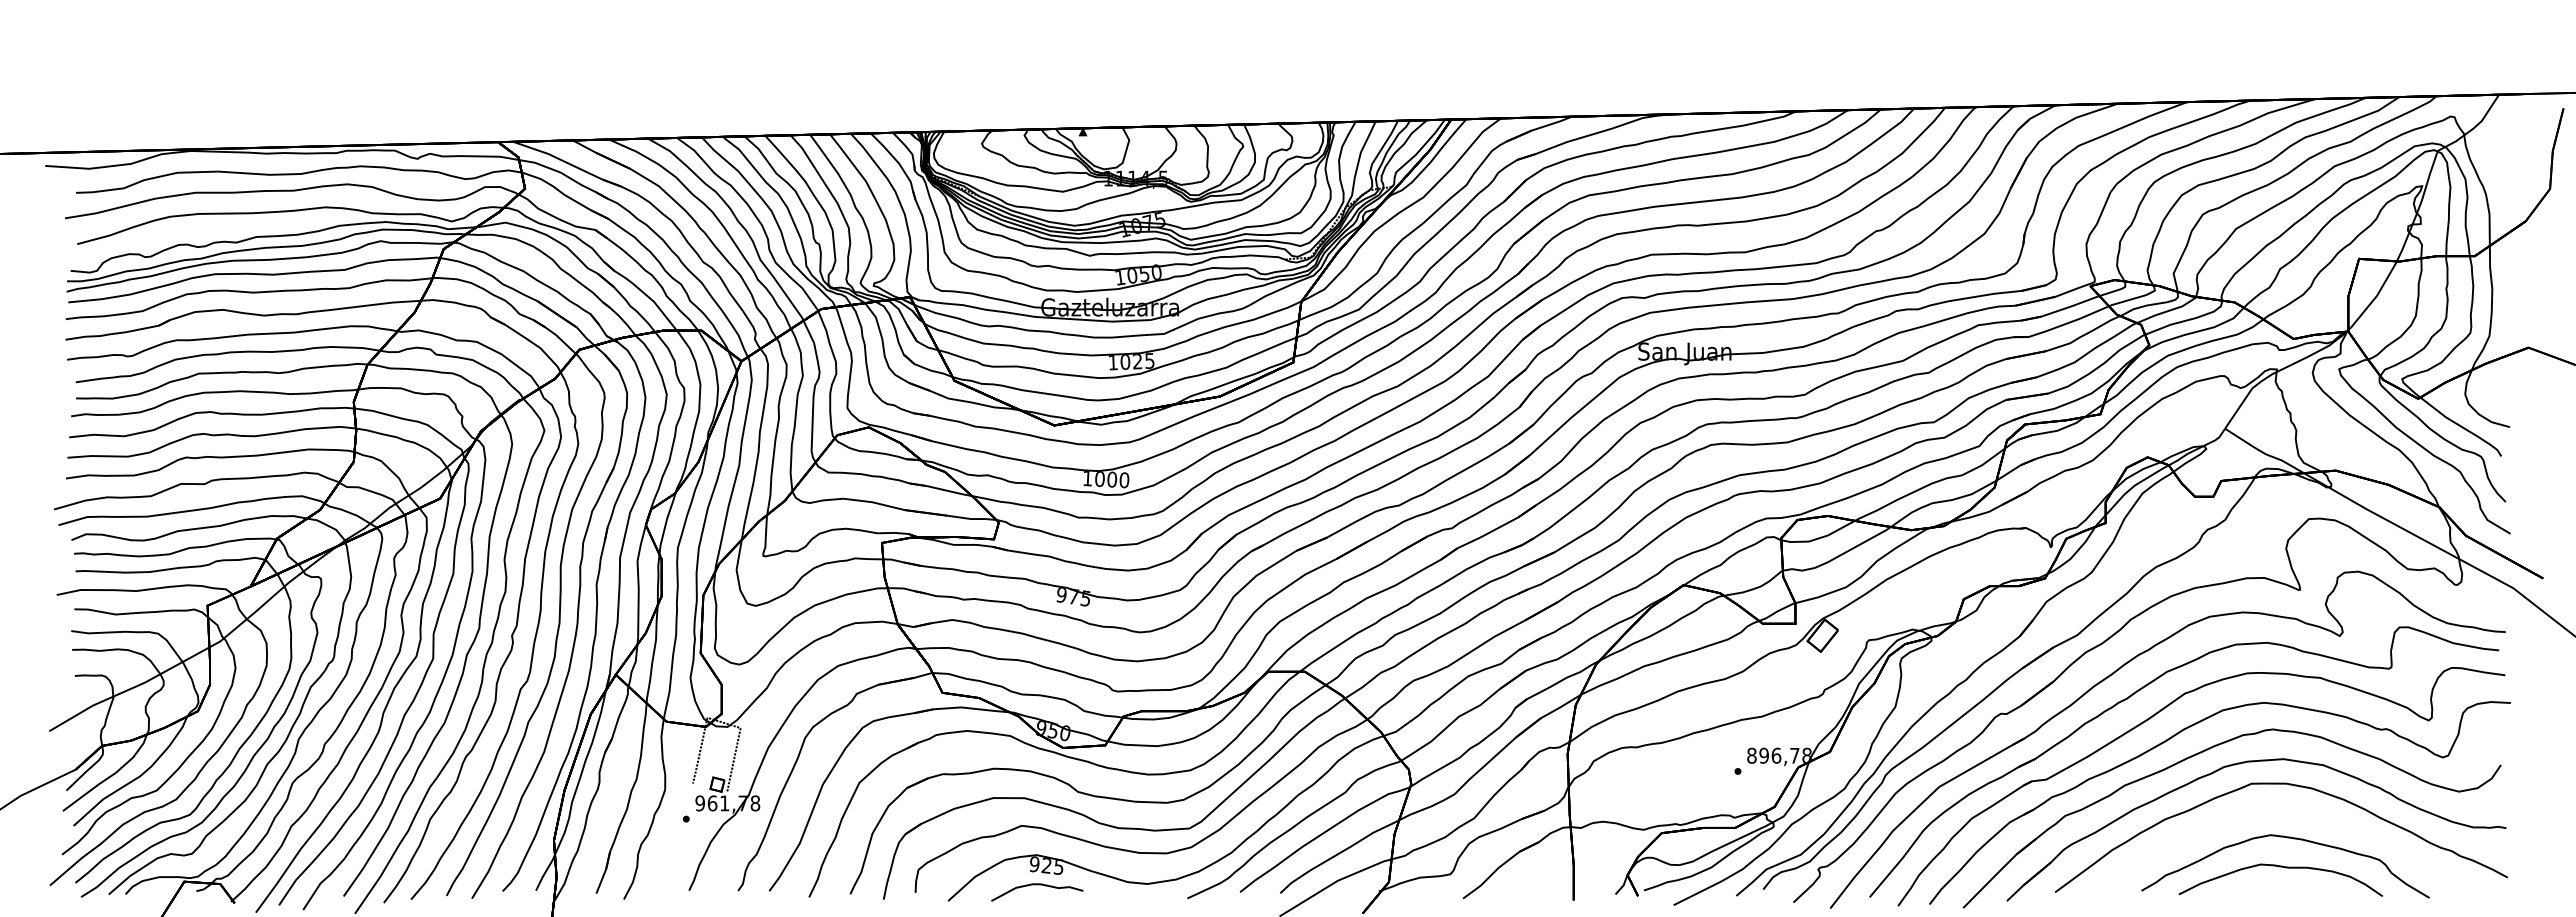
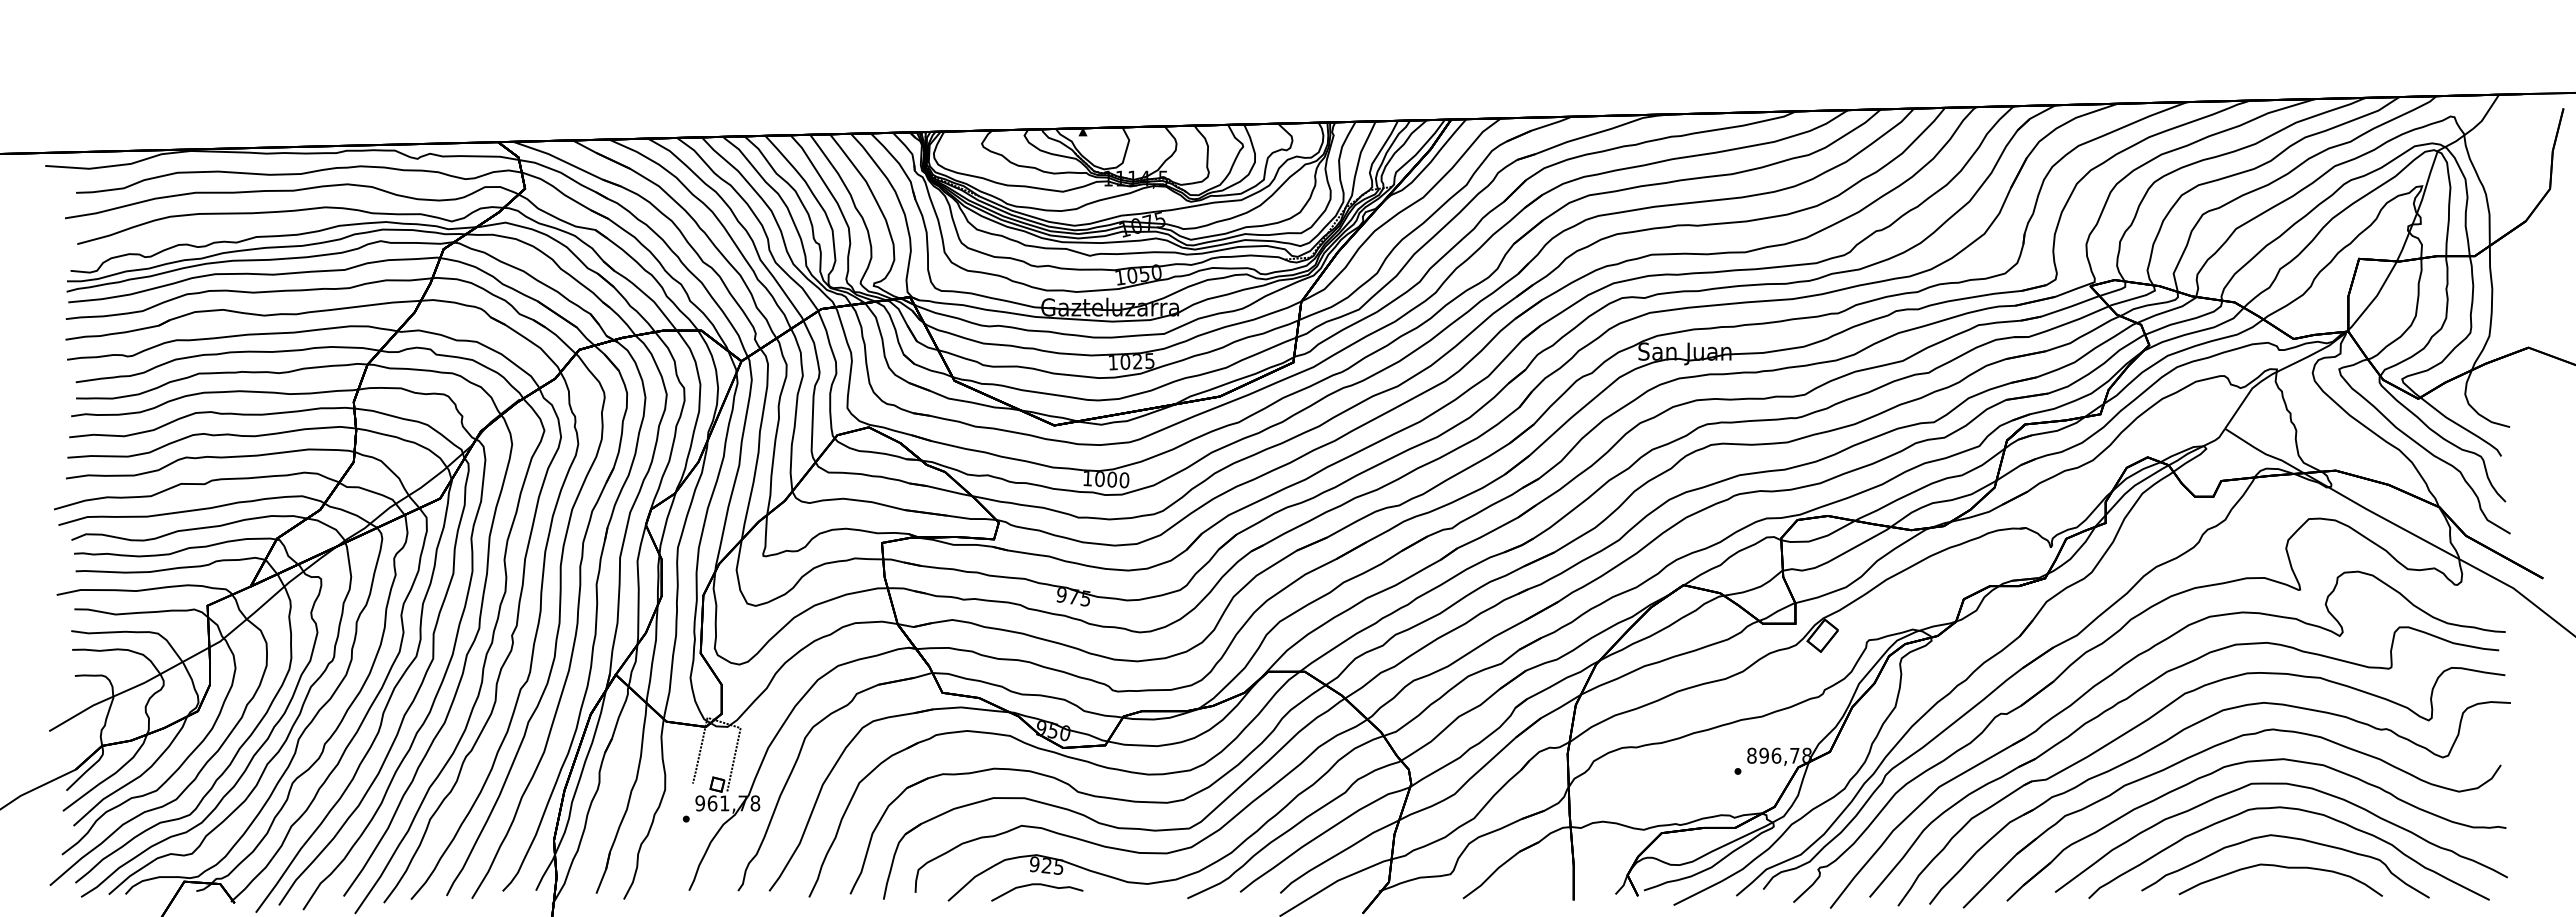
curve at (2297, 810): none -> present
